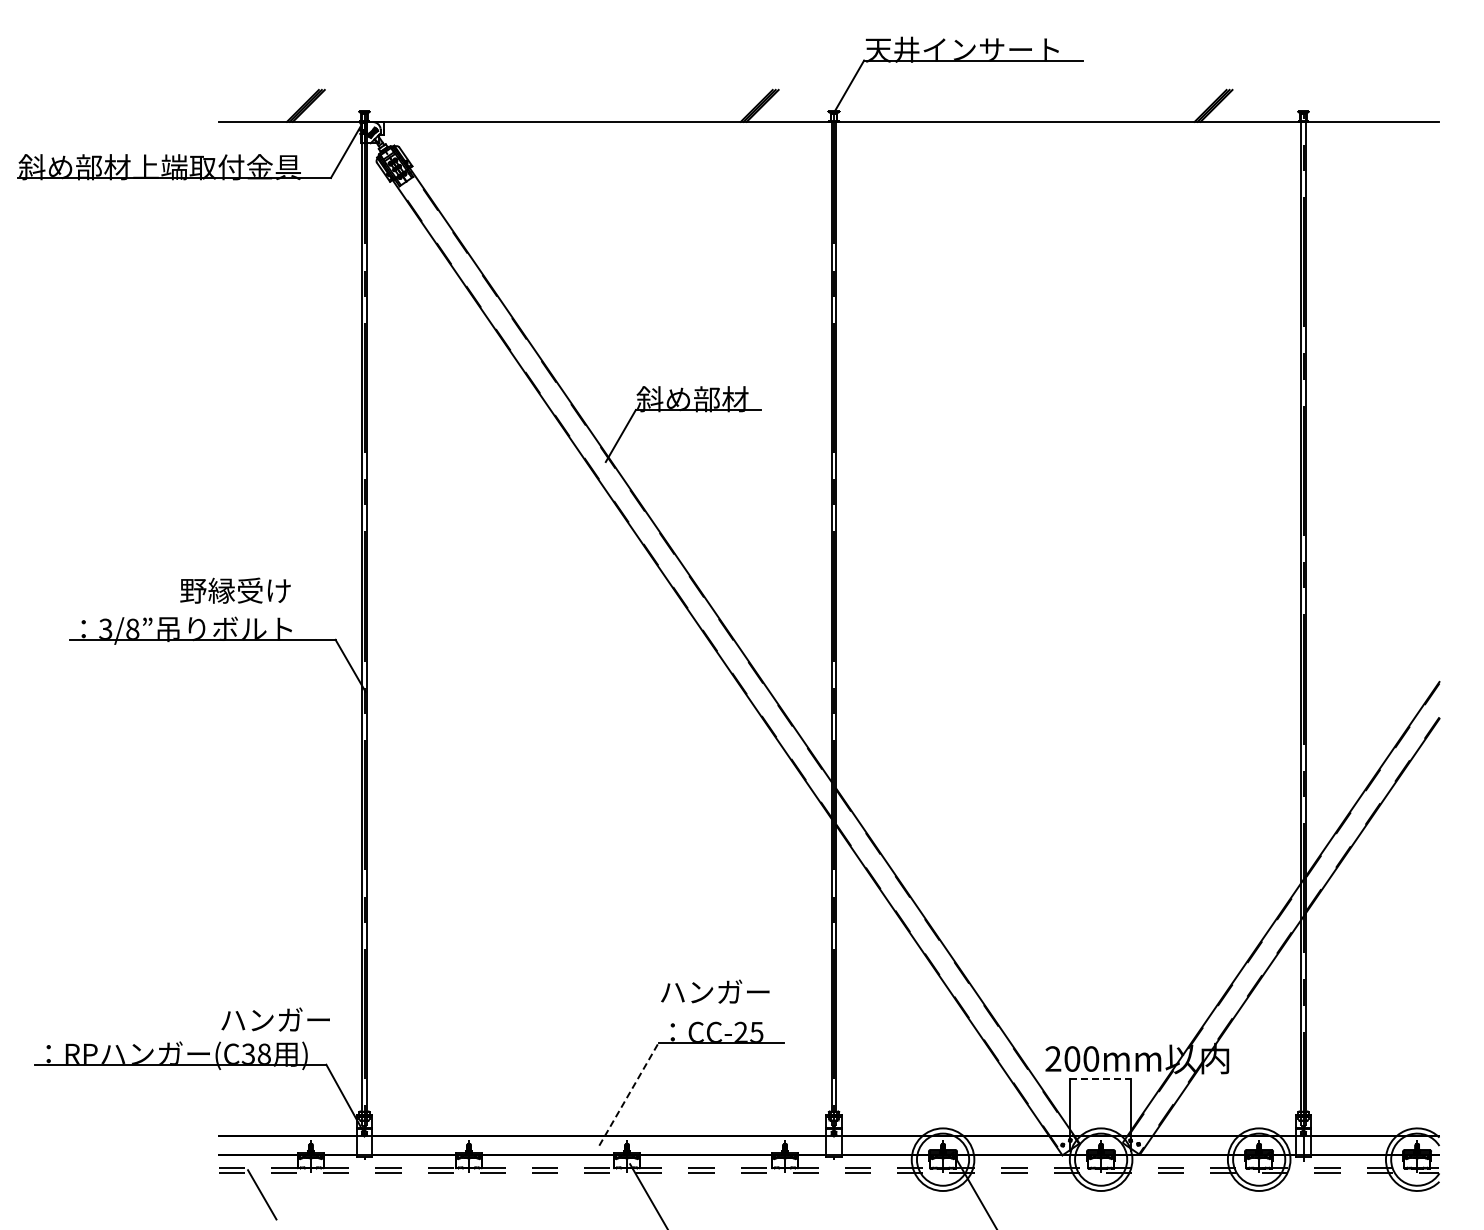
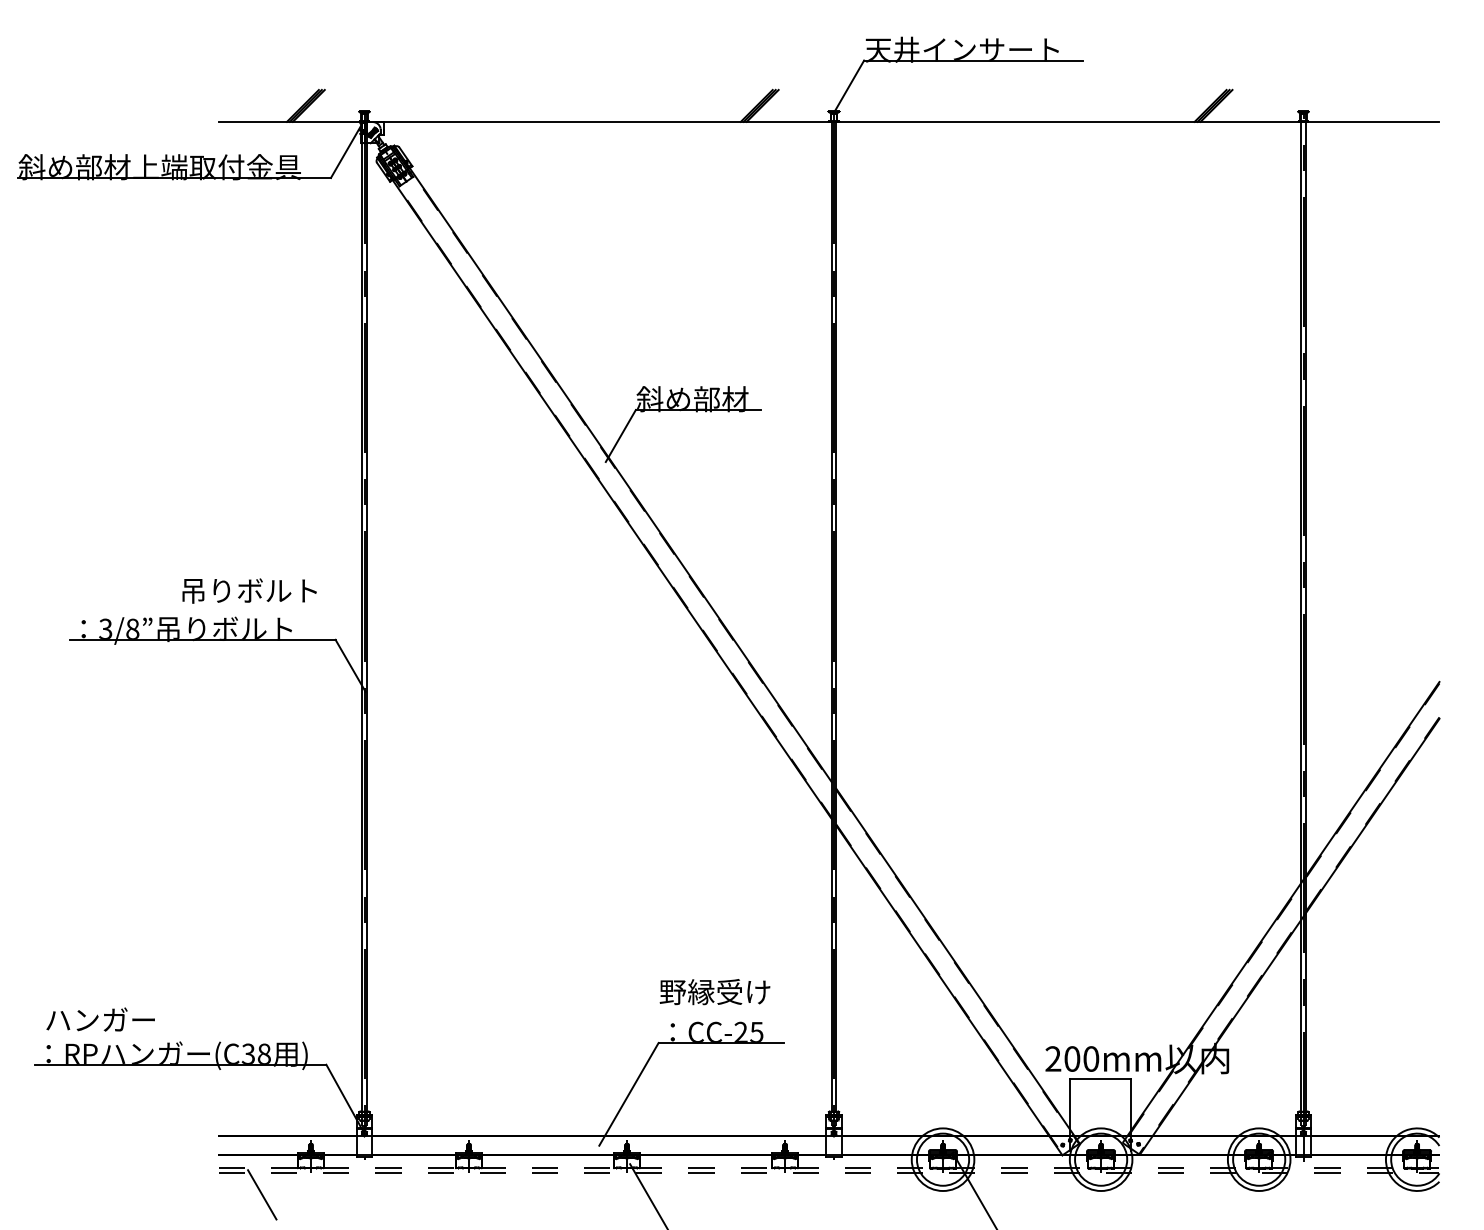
text at (248, 590): 野縁受け -> 吊りボルト
text at (714, 992): ハンガー -> 野縁受け
text at (275, 1019) position: (275, 1019) -> (100, 1019)
line at (1100, 1079): dashed -> solid
line at (629, 1093): dashed -> solid
